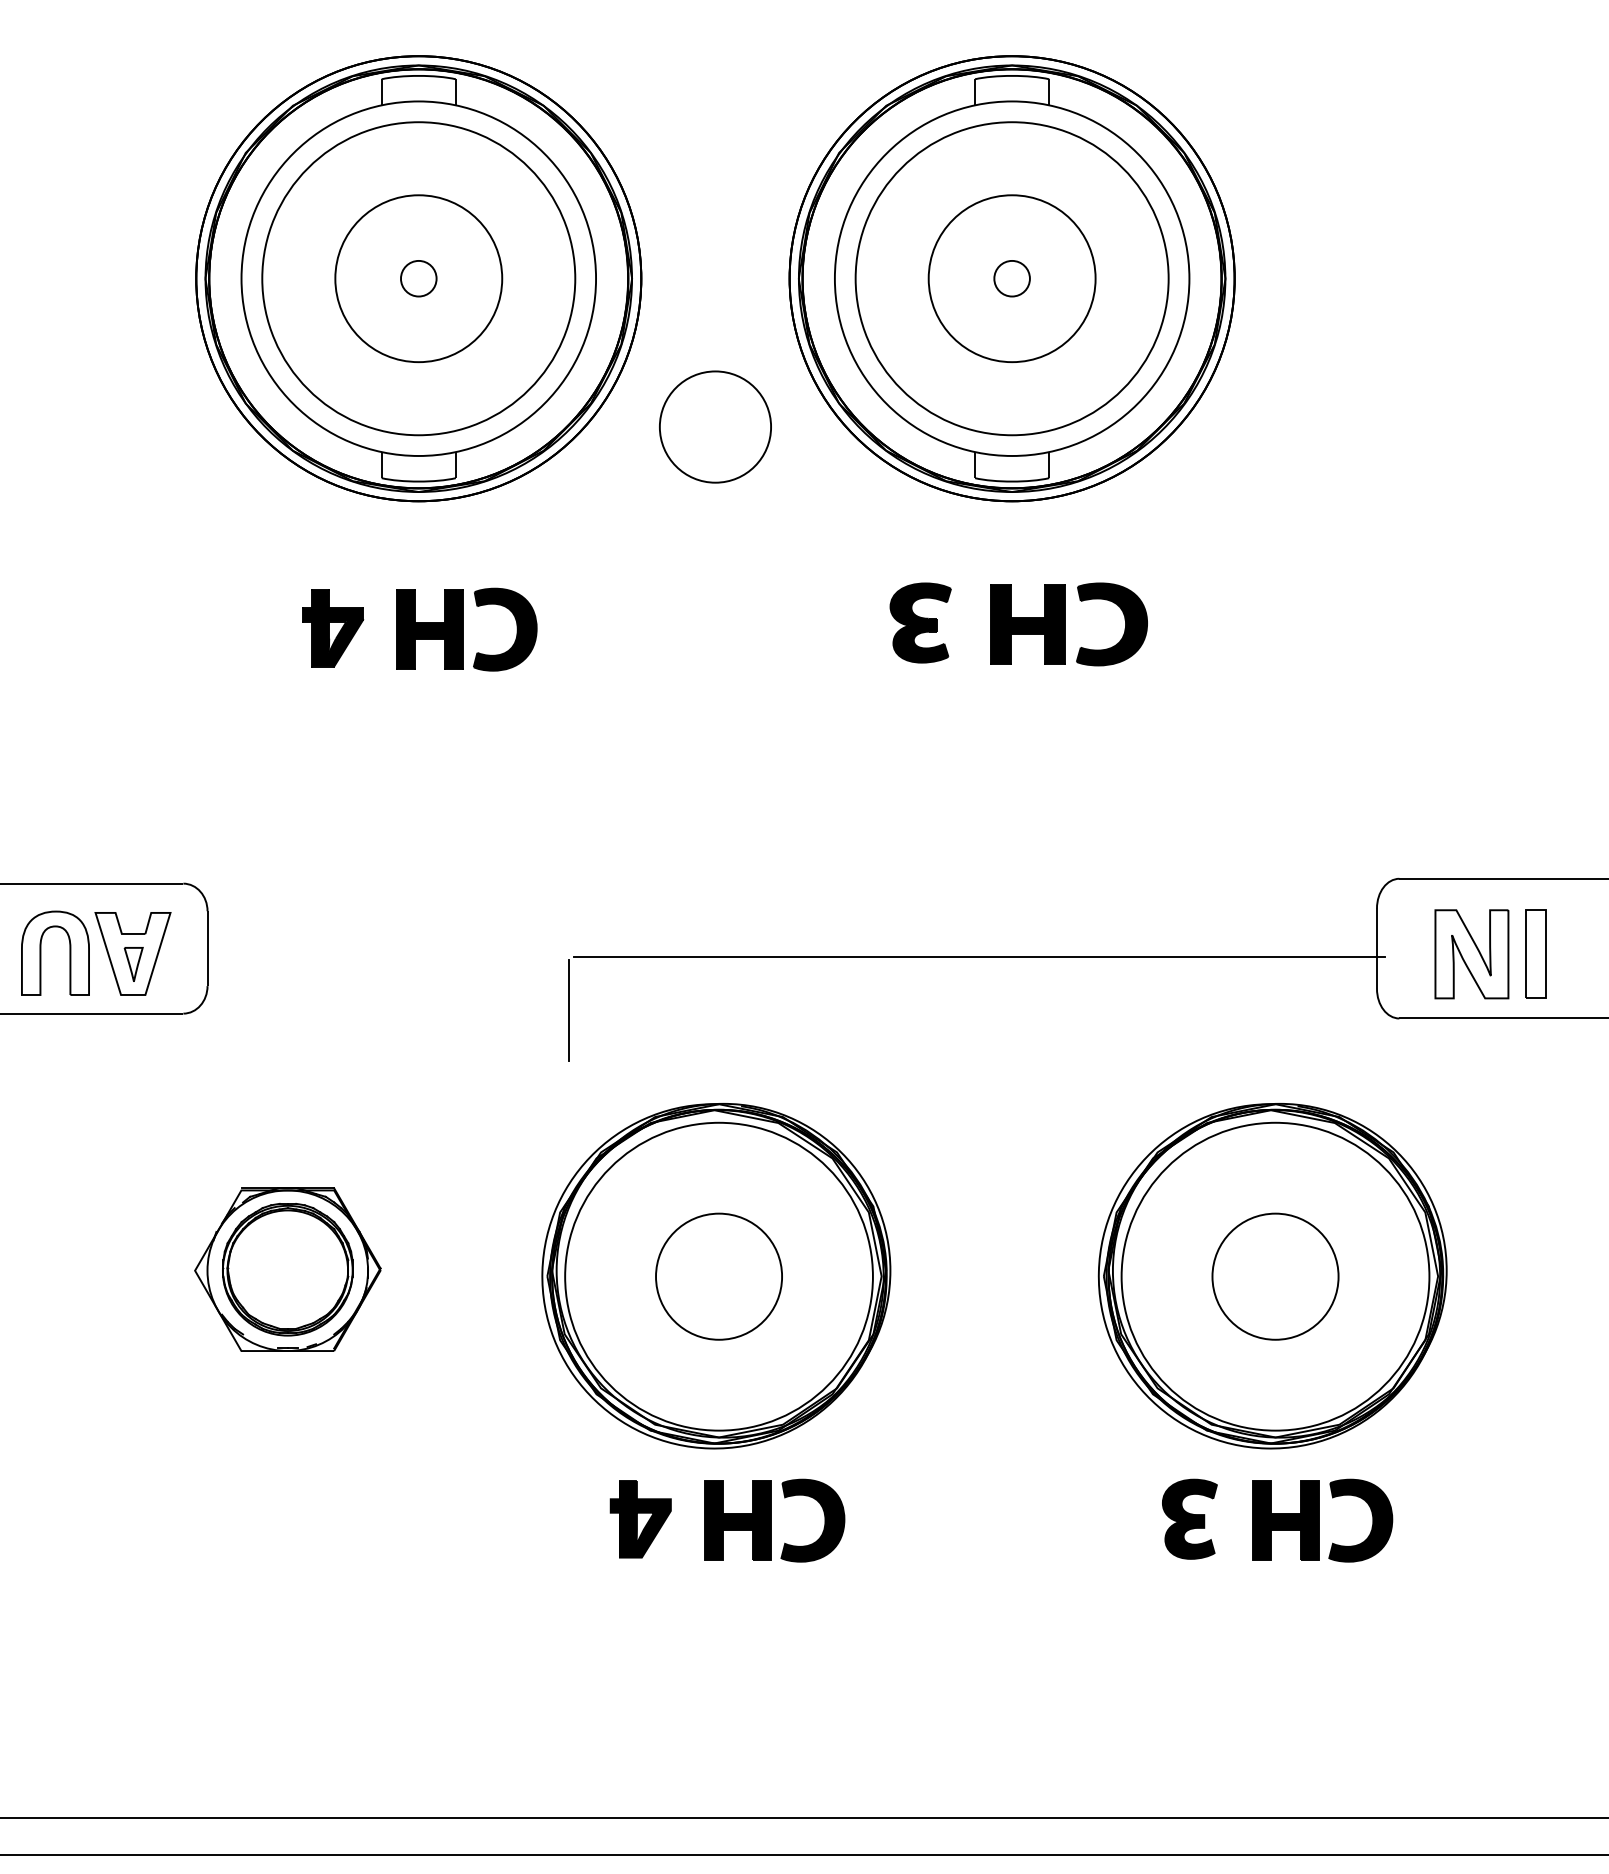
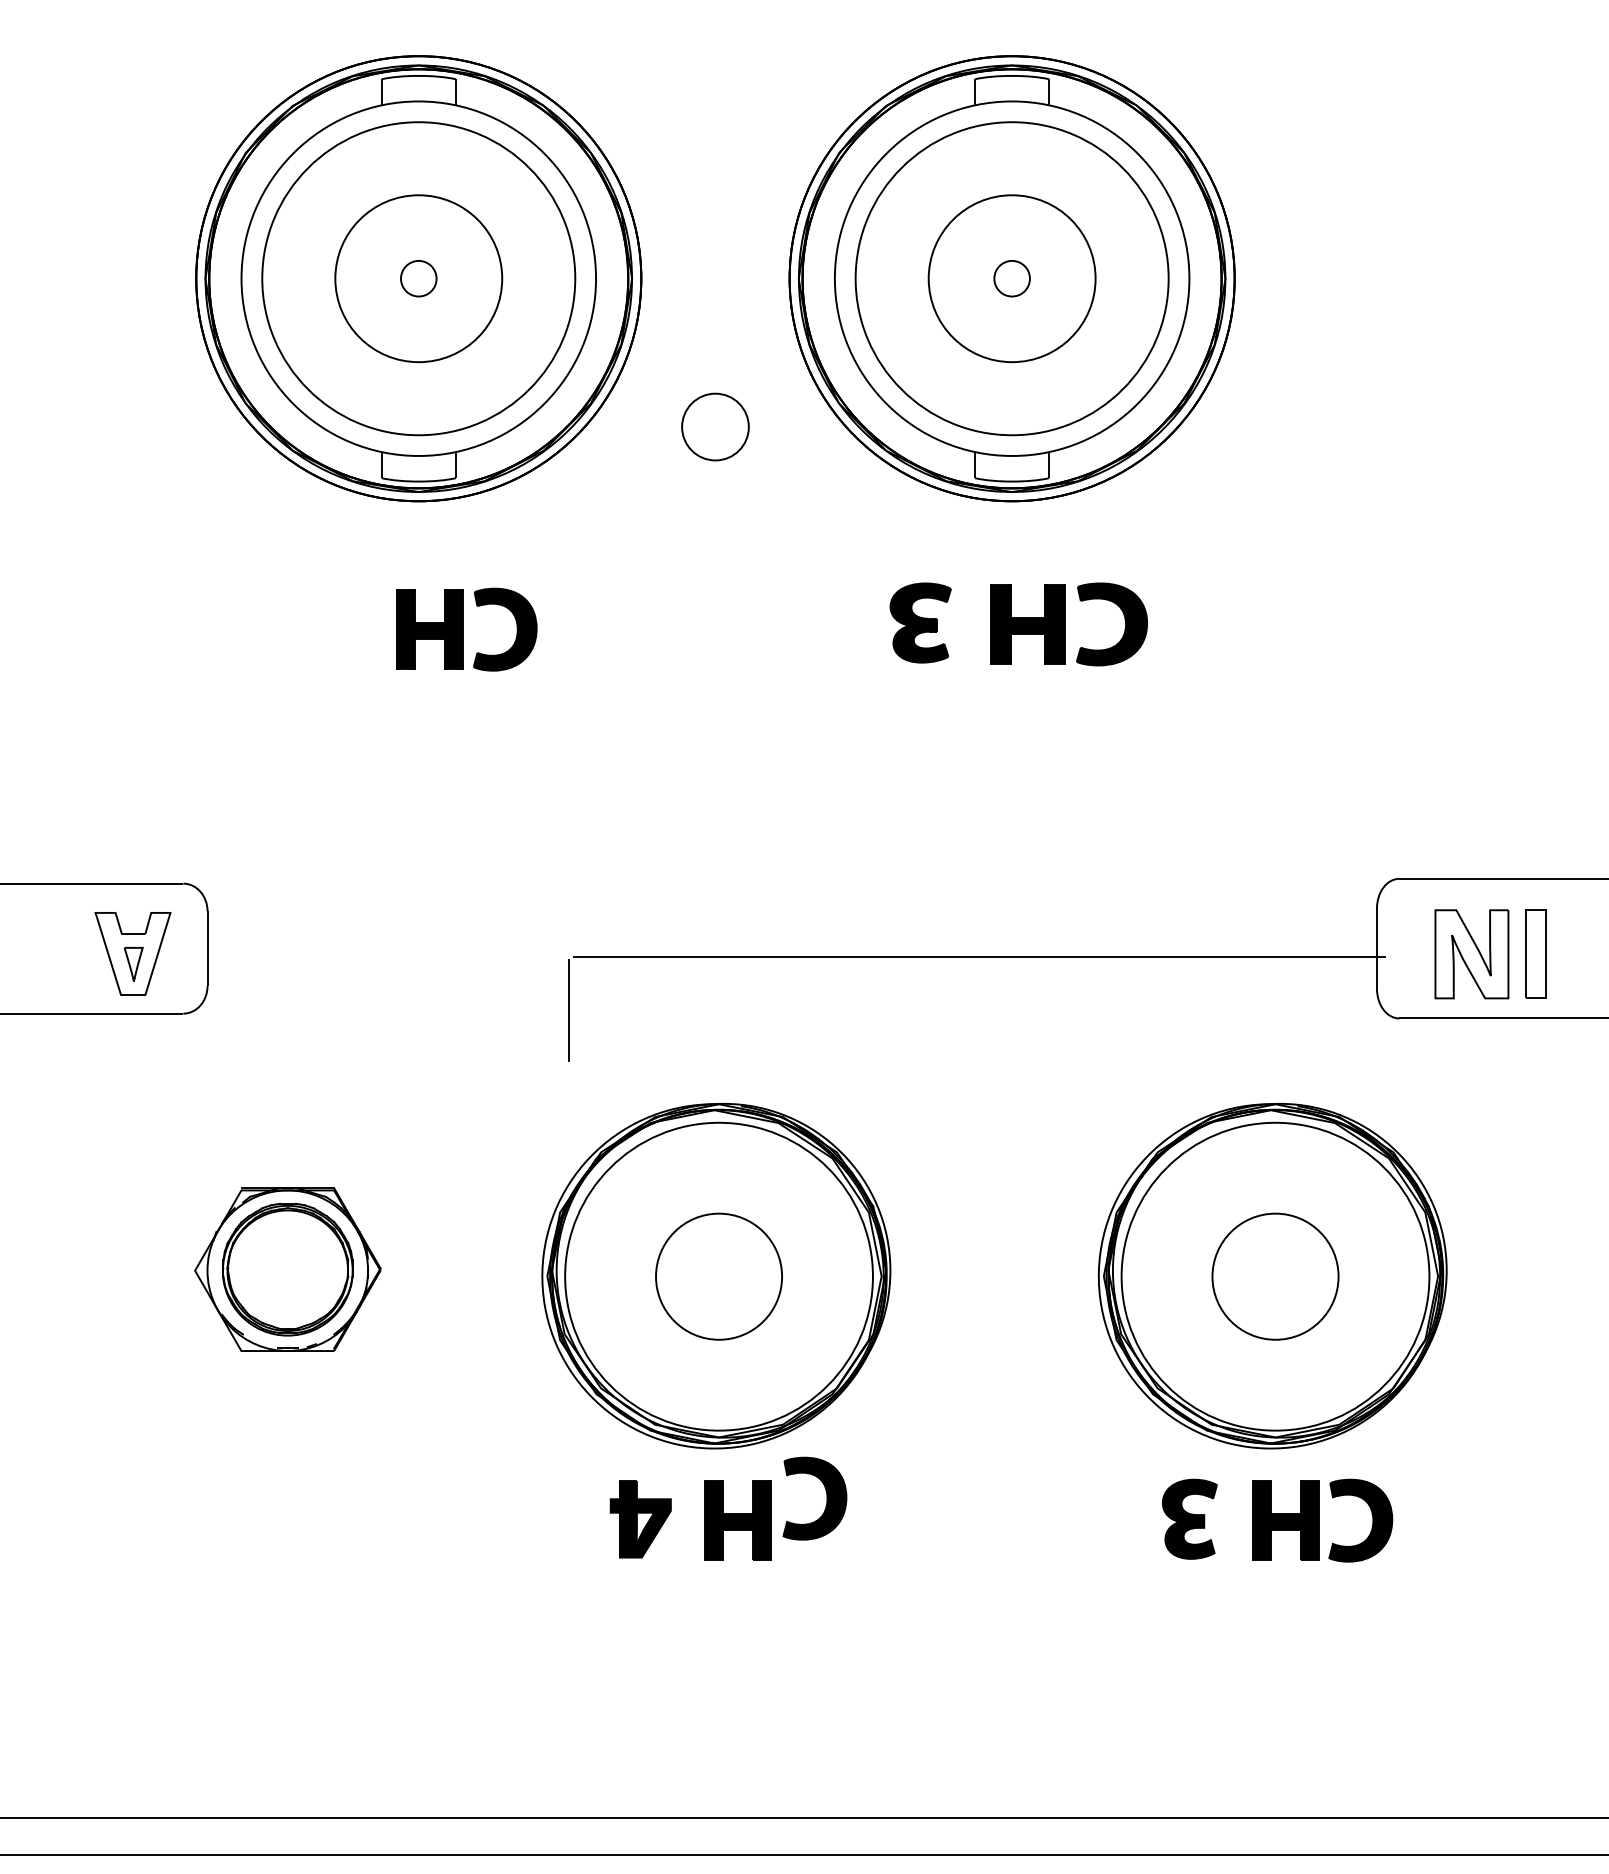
circle at (715, 426) diameter: 111 px -> 67 px
part at (333, 628): present -> none
part at (41, 952): present -> none
part at (824, 1520) position: (824, 1520) -> (826, 1498)
